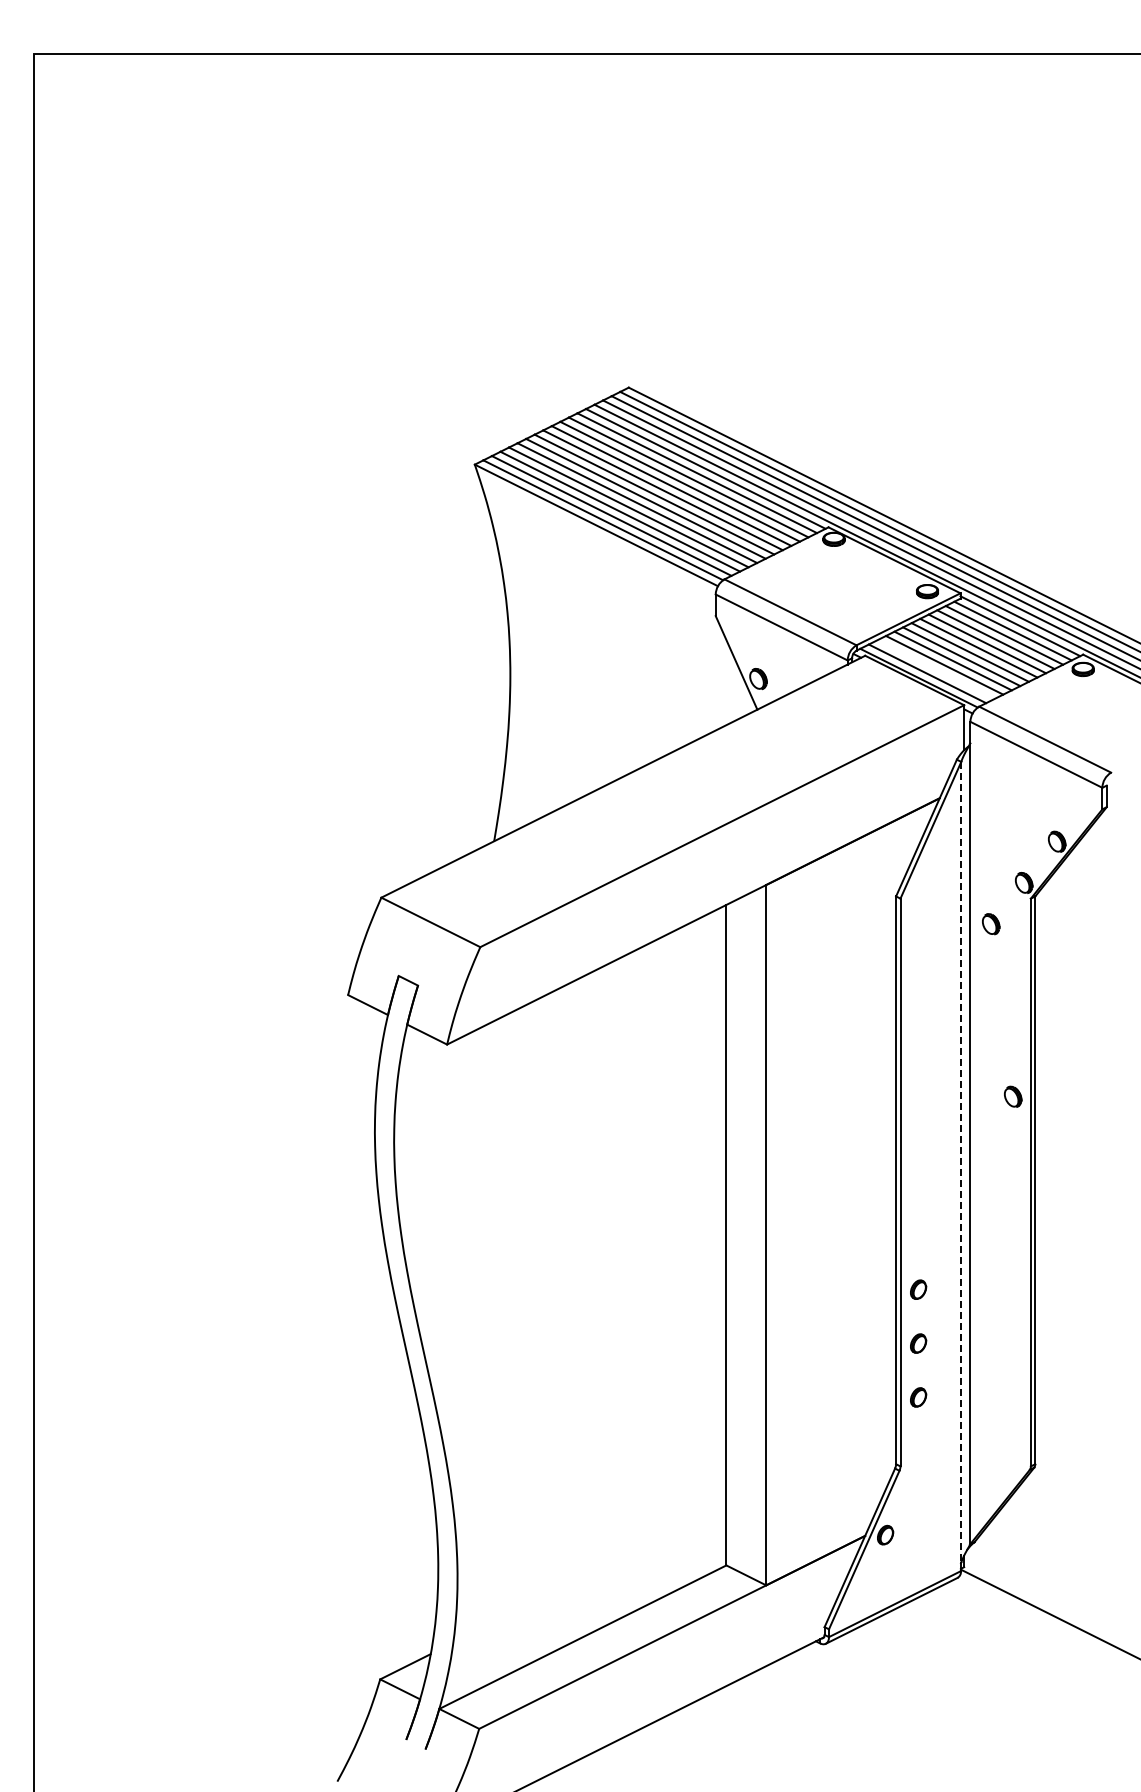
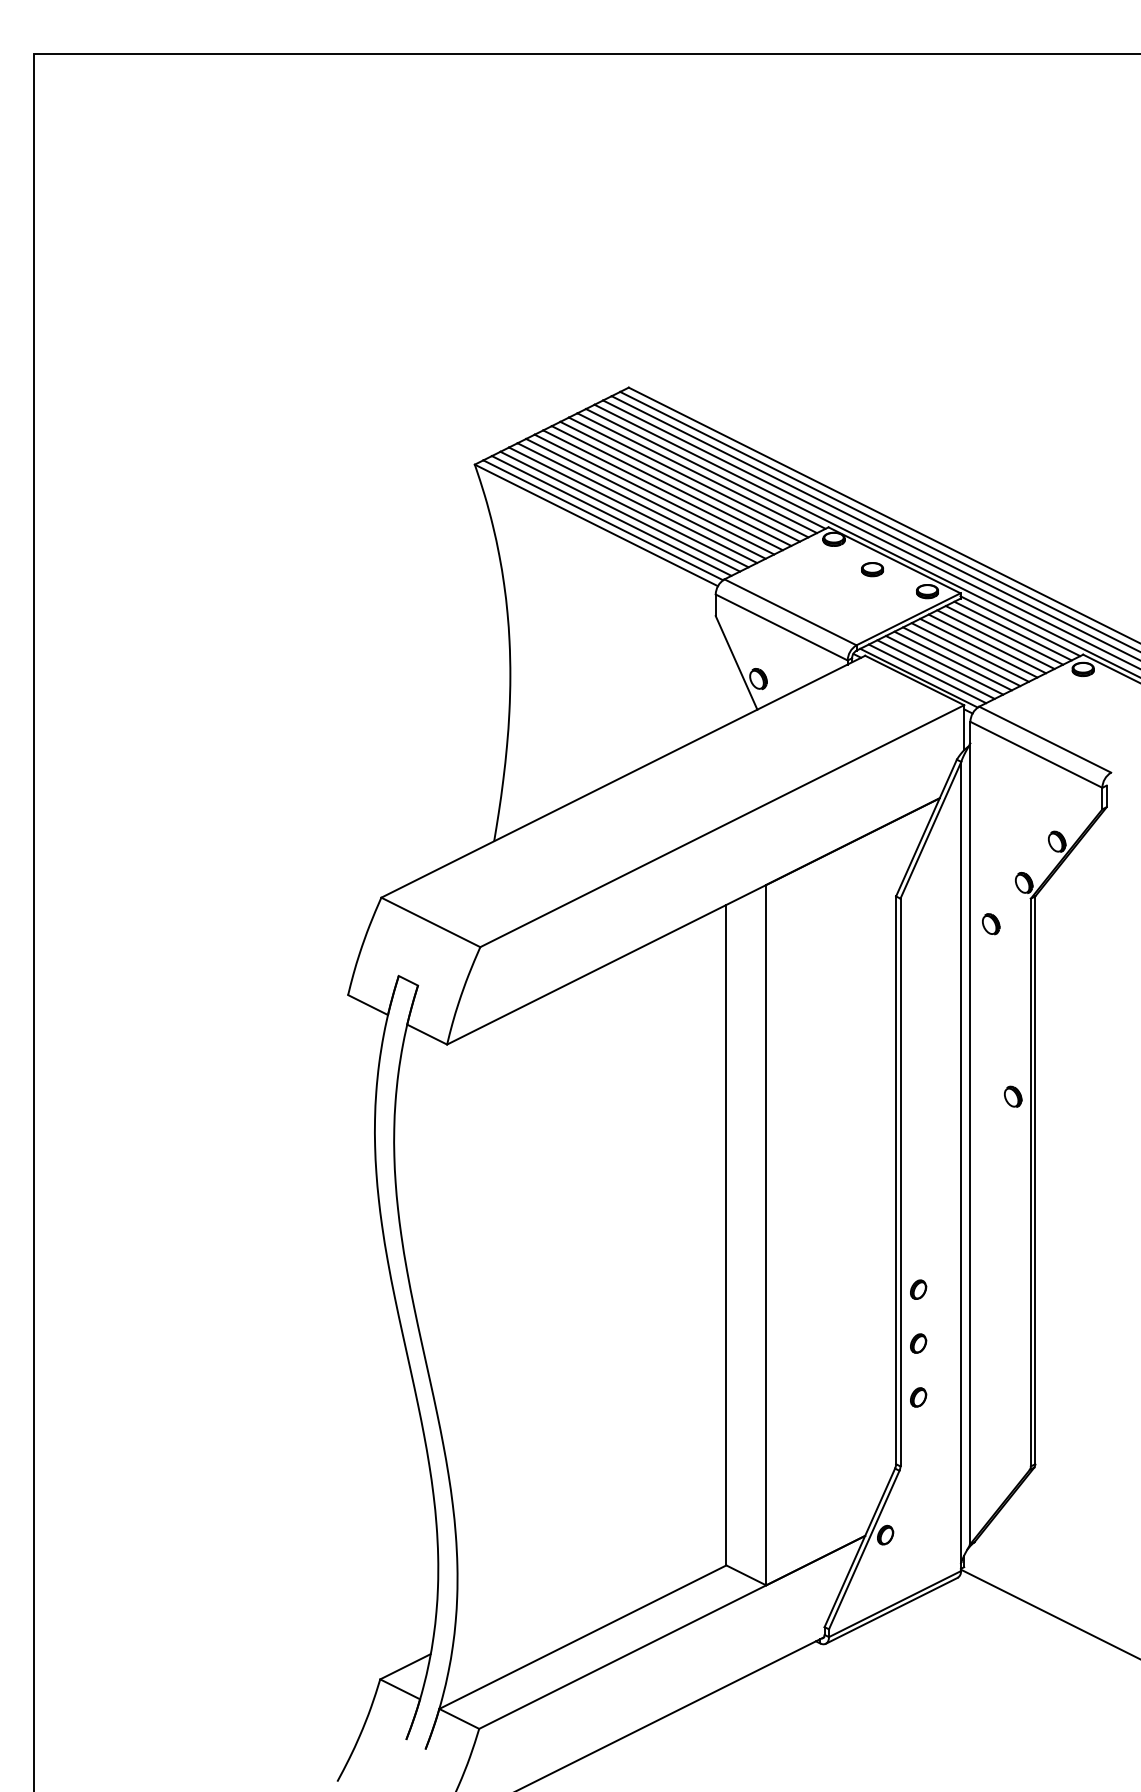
part at (872, 569): none -> present
line at (935, 669): none -> present
line at (961, 1162): dashed -> solid
